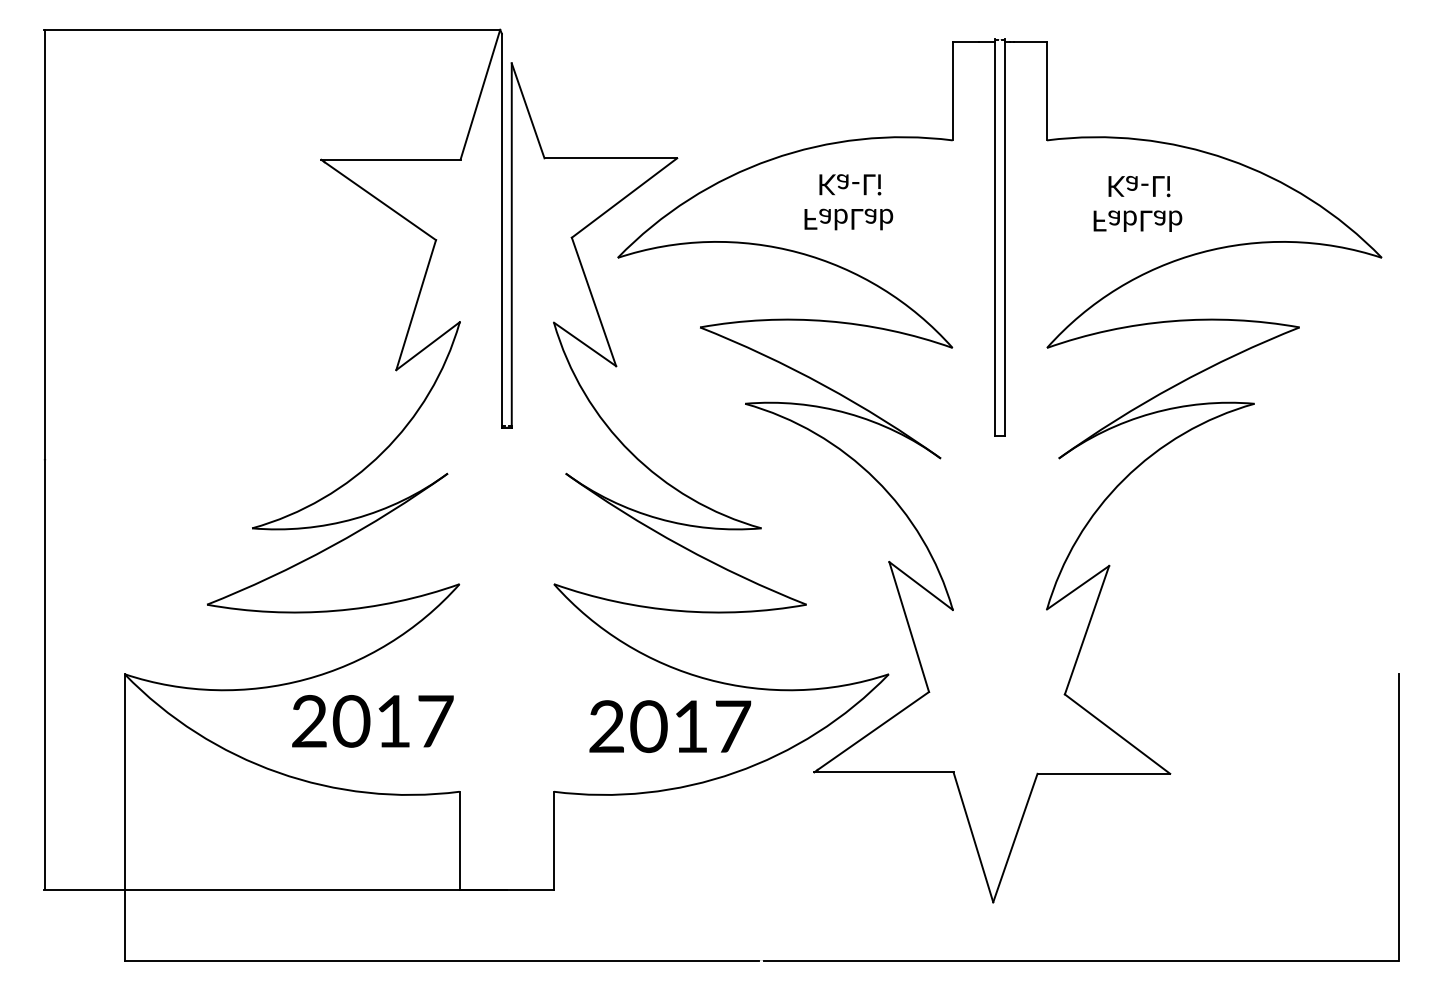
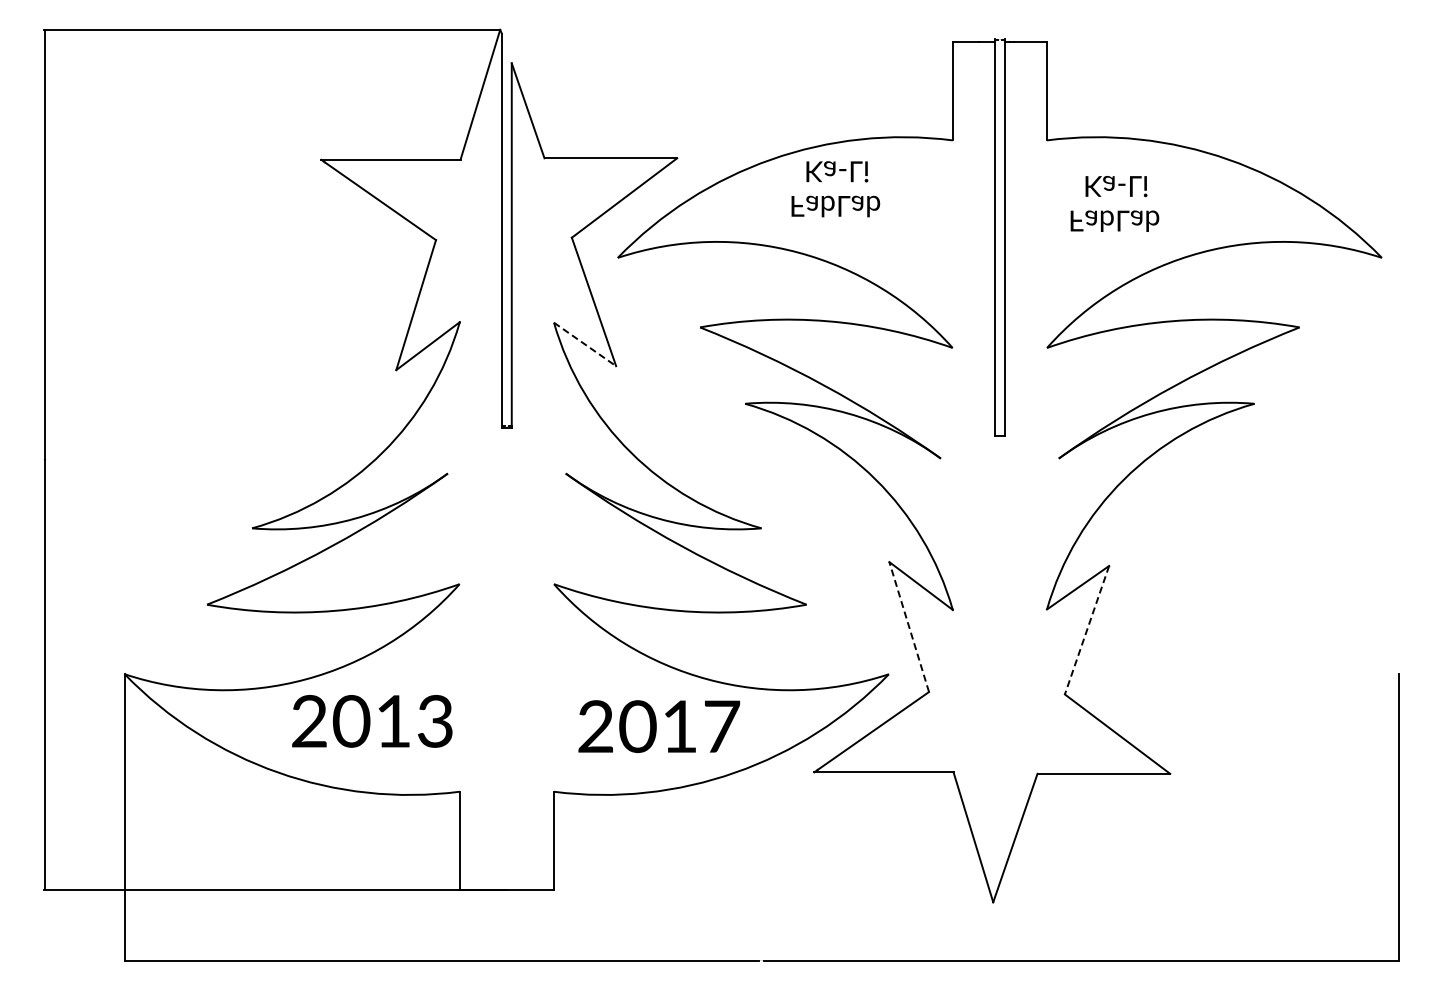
text at (848, 202) position: (848, 202) -> (835, 189)
text at (1137, 203) position: (1137, 203) -> (1114, 203)
line at (585, 344): solid -> dashed
line at (909, 627): solid -> dashed
line at (1087, 630): solid -> dashed
text at (435, 721): 2017 -> 2013
text at (670, 726) position: (670, 726) -> (659, 726)
